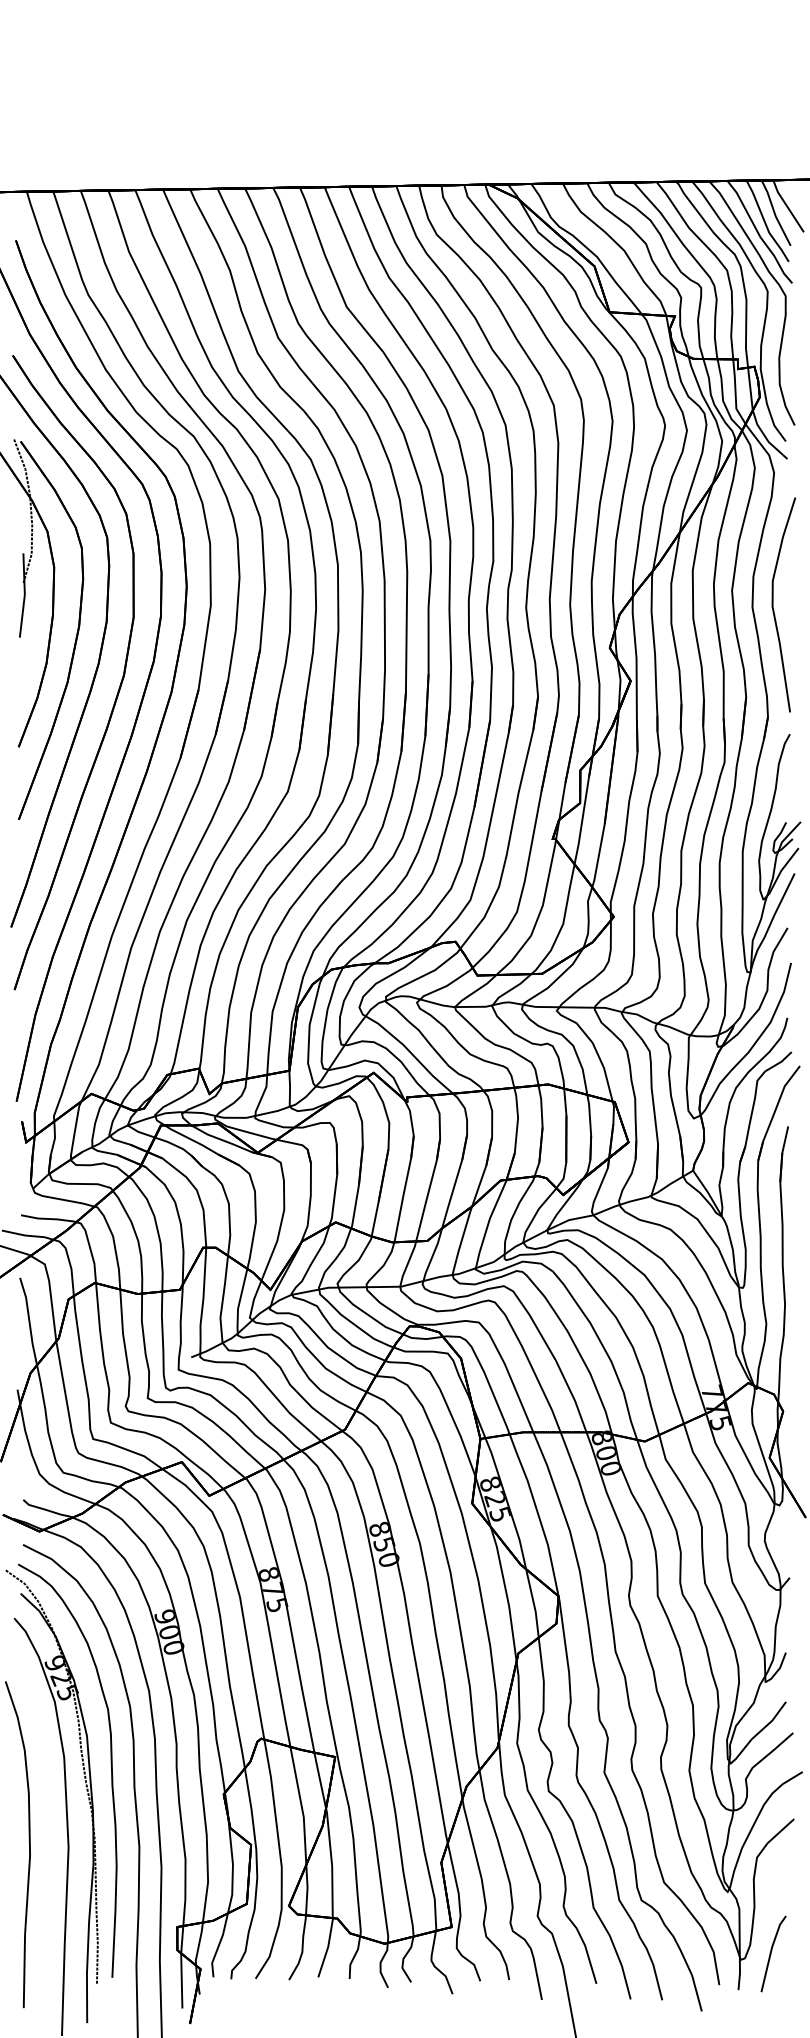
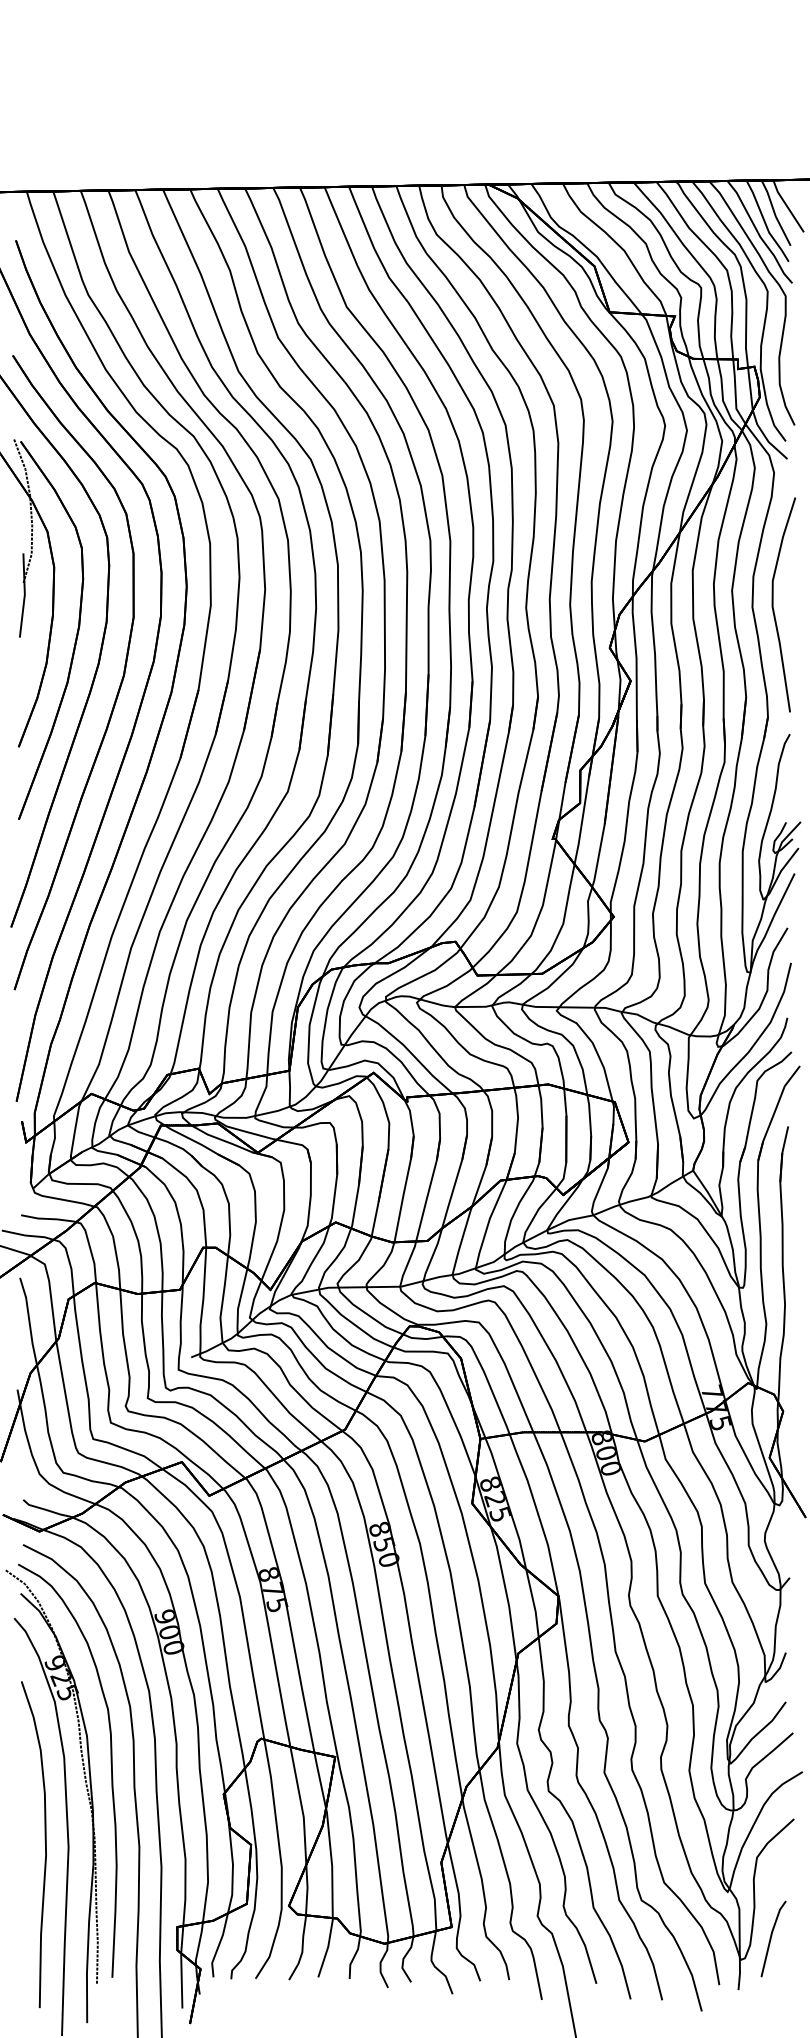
part at (28, 1841) position: (28, 1841) -> (44, 1841)
line at (771, 1953) position: (771, 1953) -> (771, 1938)
